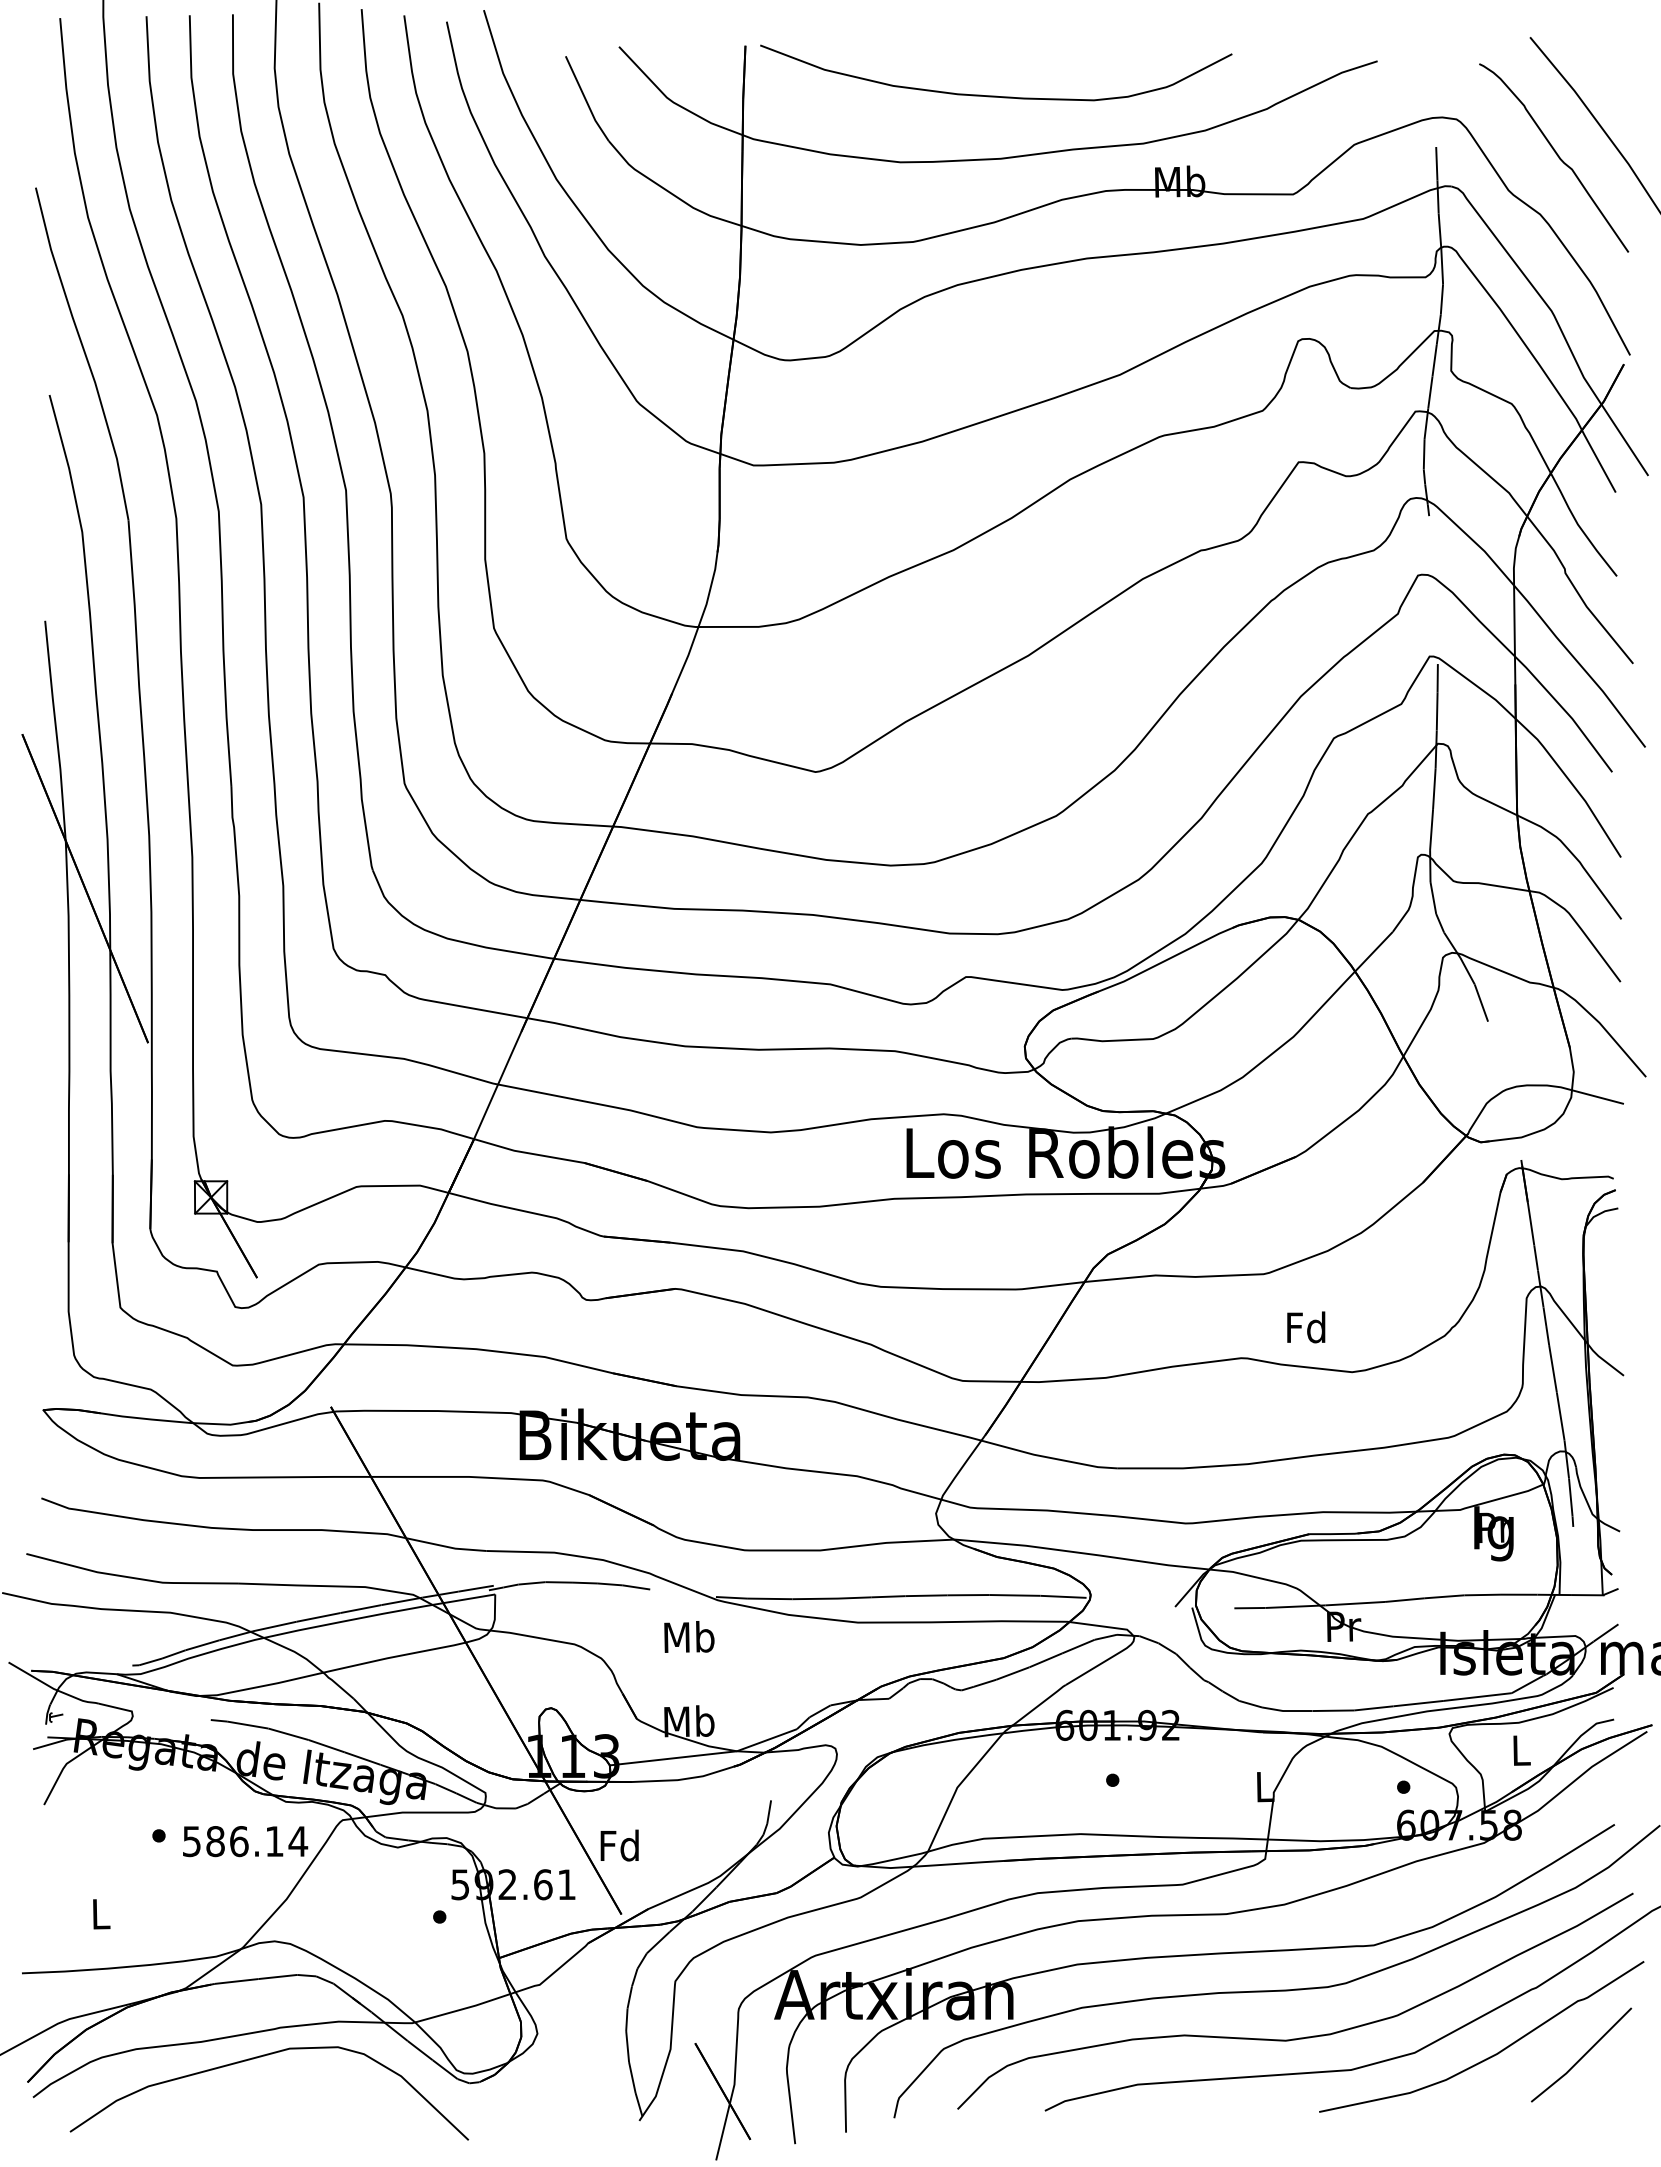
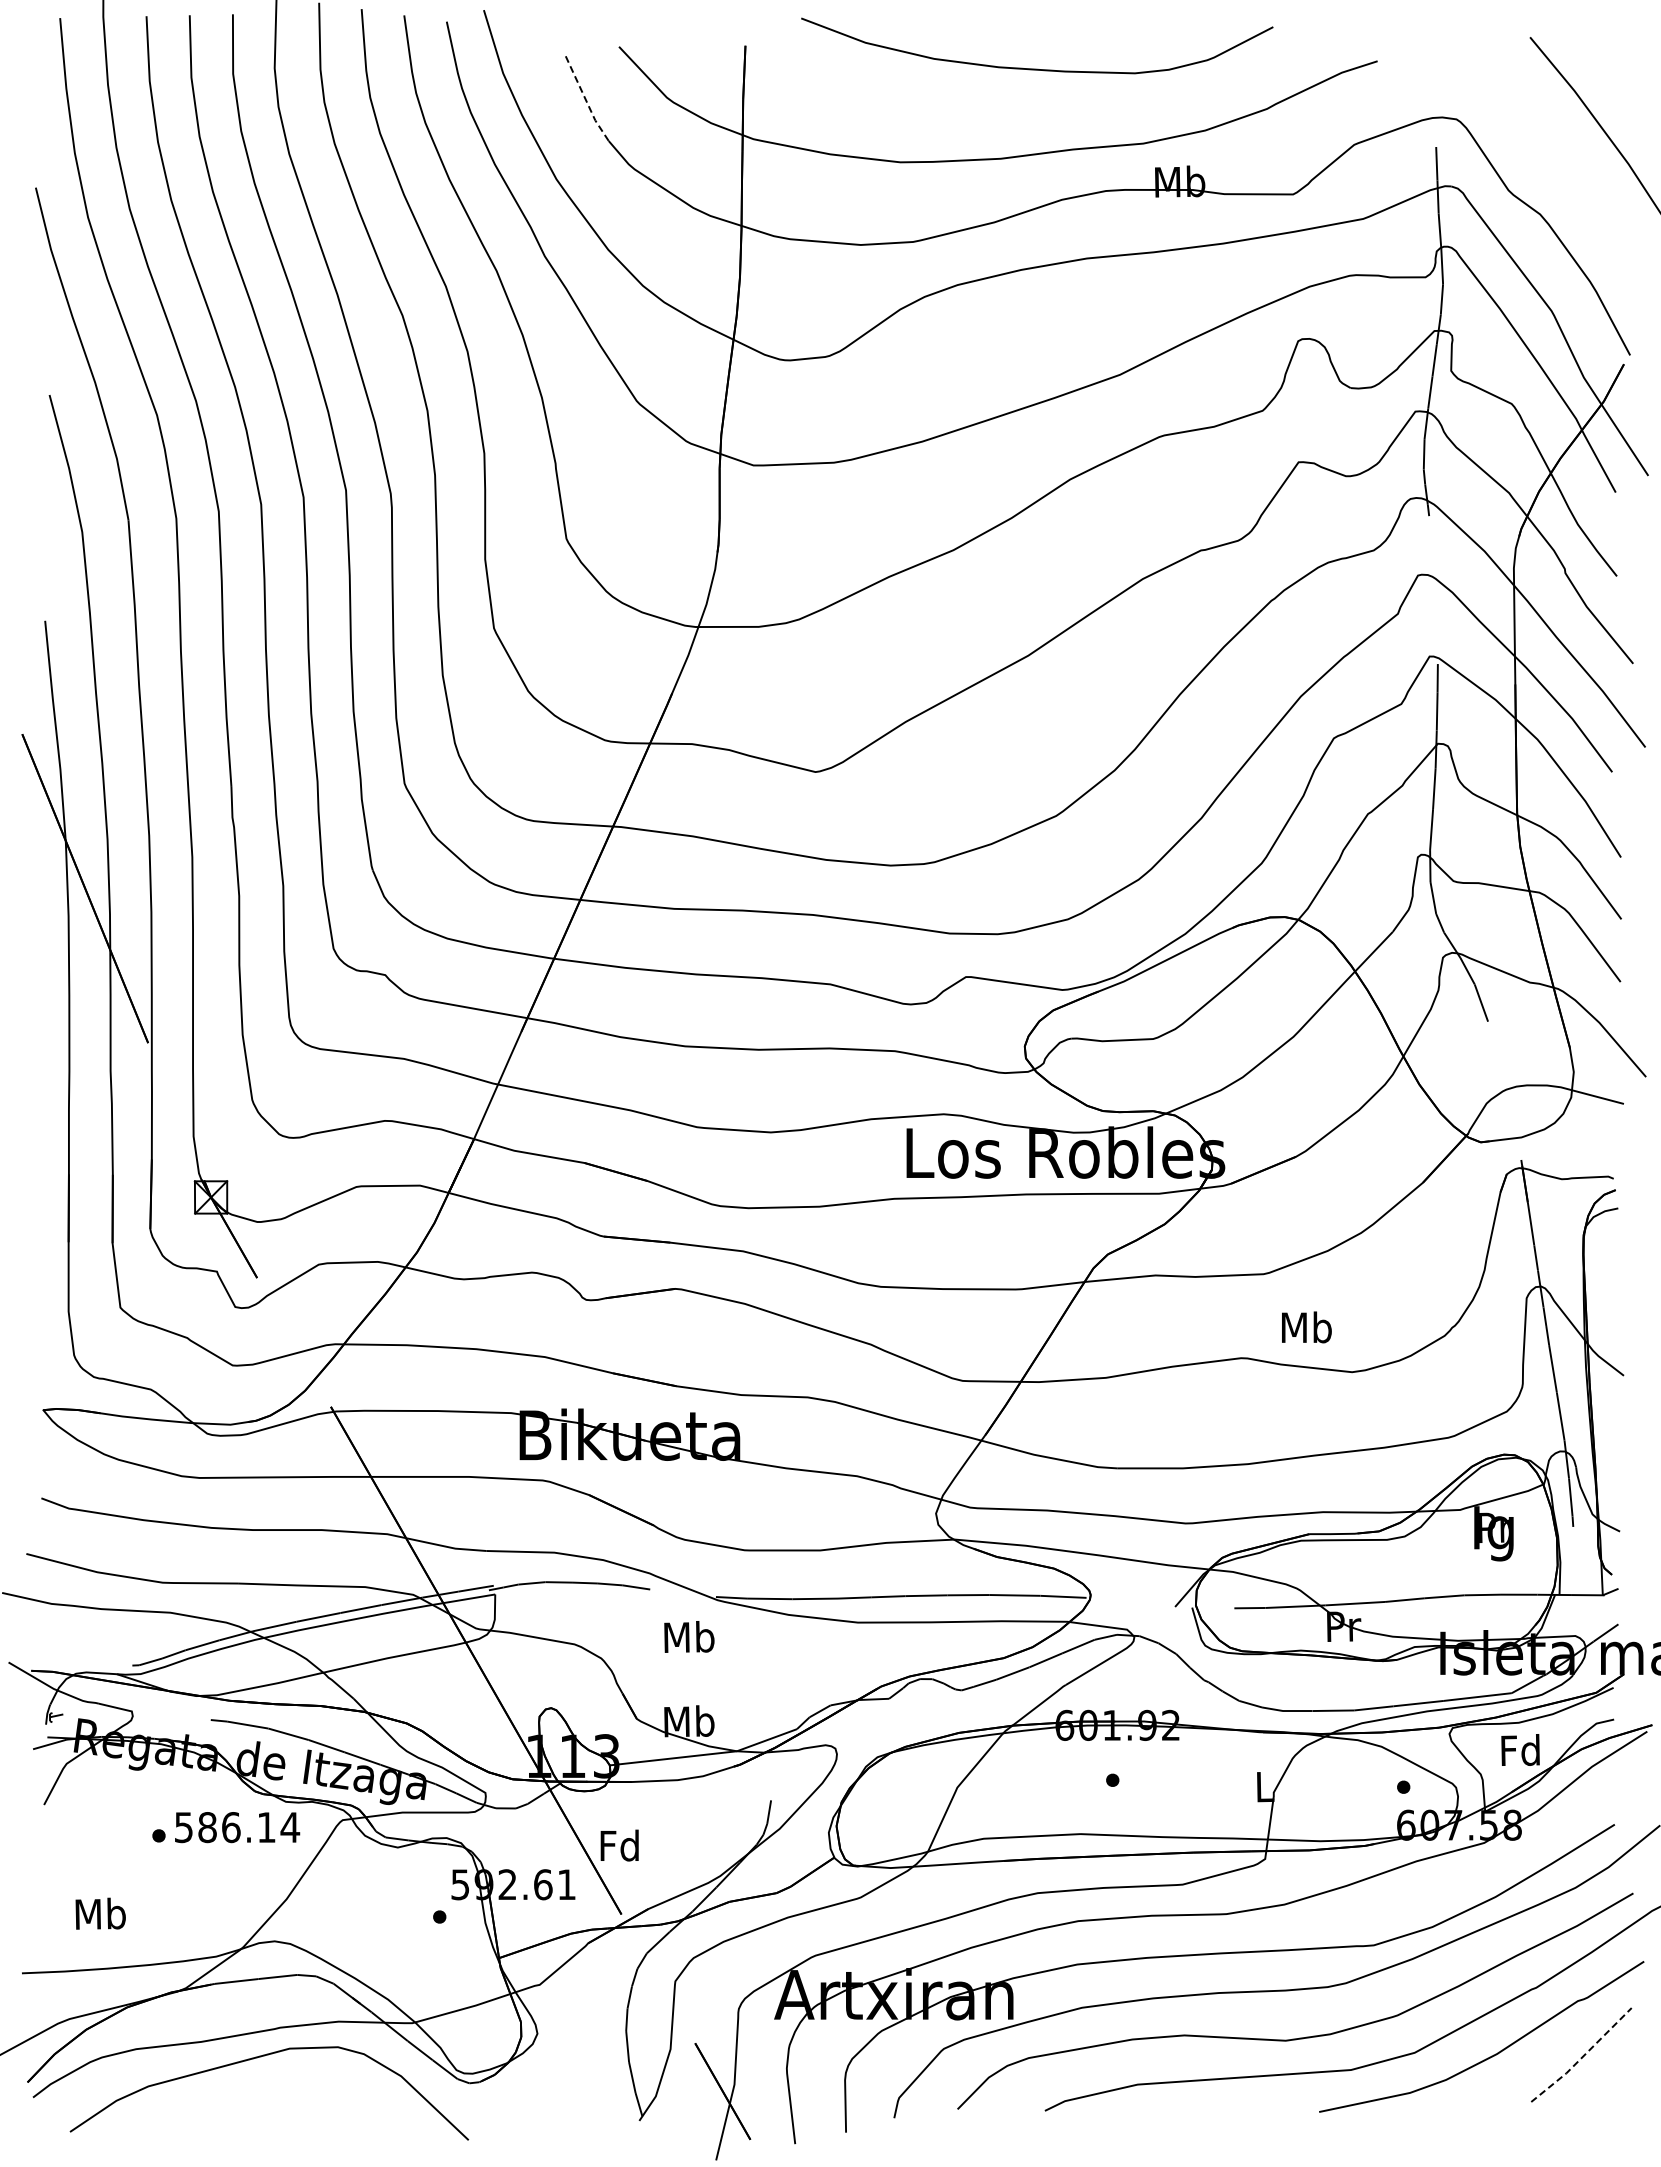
curve at (996, 95) position: (996, 95) -> (1037, 68)
line at (586, 100): solid -> dashed
curve at (1556, 155): present -> none
text at (1306, 1327): Fd -> Mb
text at (1520, 1749): L -> Fd
text at (245, 1841) position: (245, 1841) -> (237, 1827)
text at (100, 1913): L -> Mb
line at (1582, 2057): solid -> dashed
